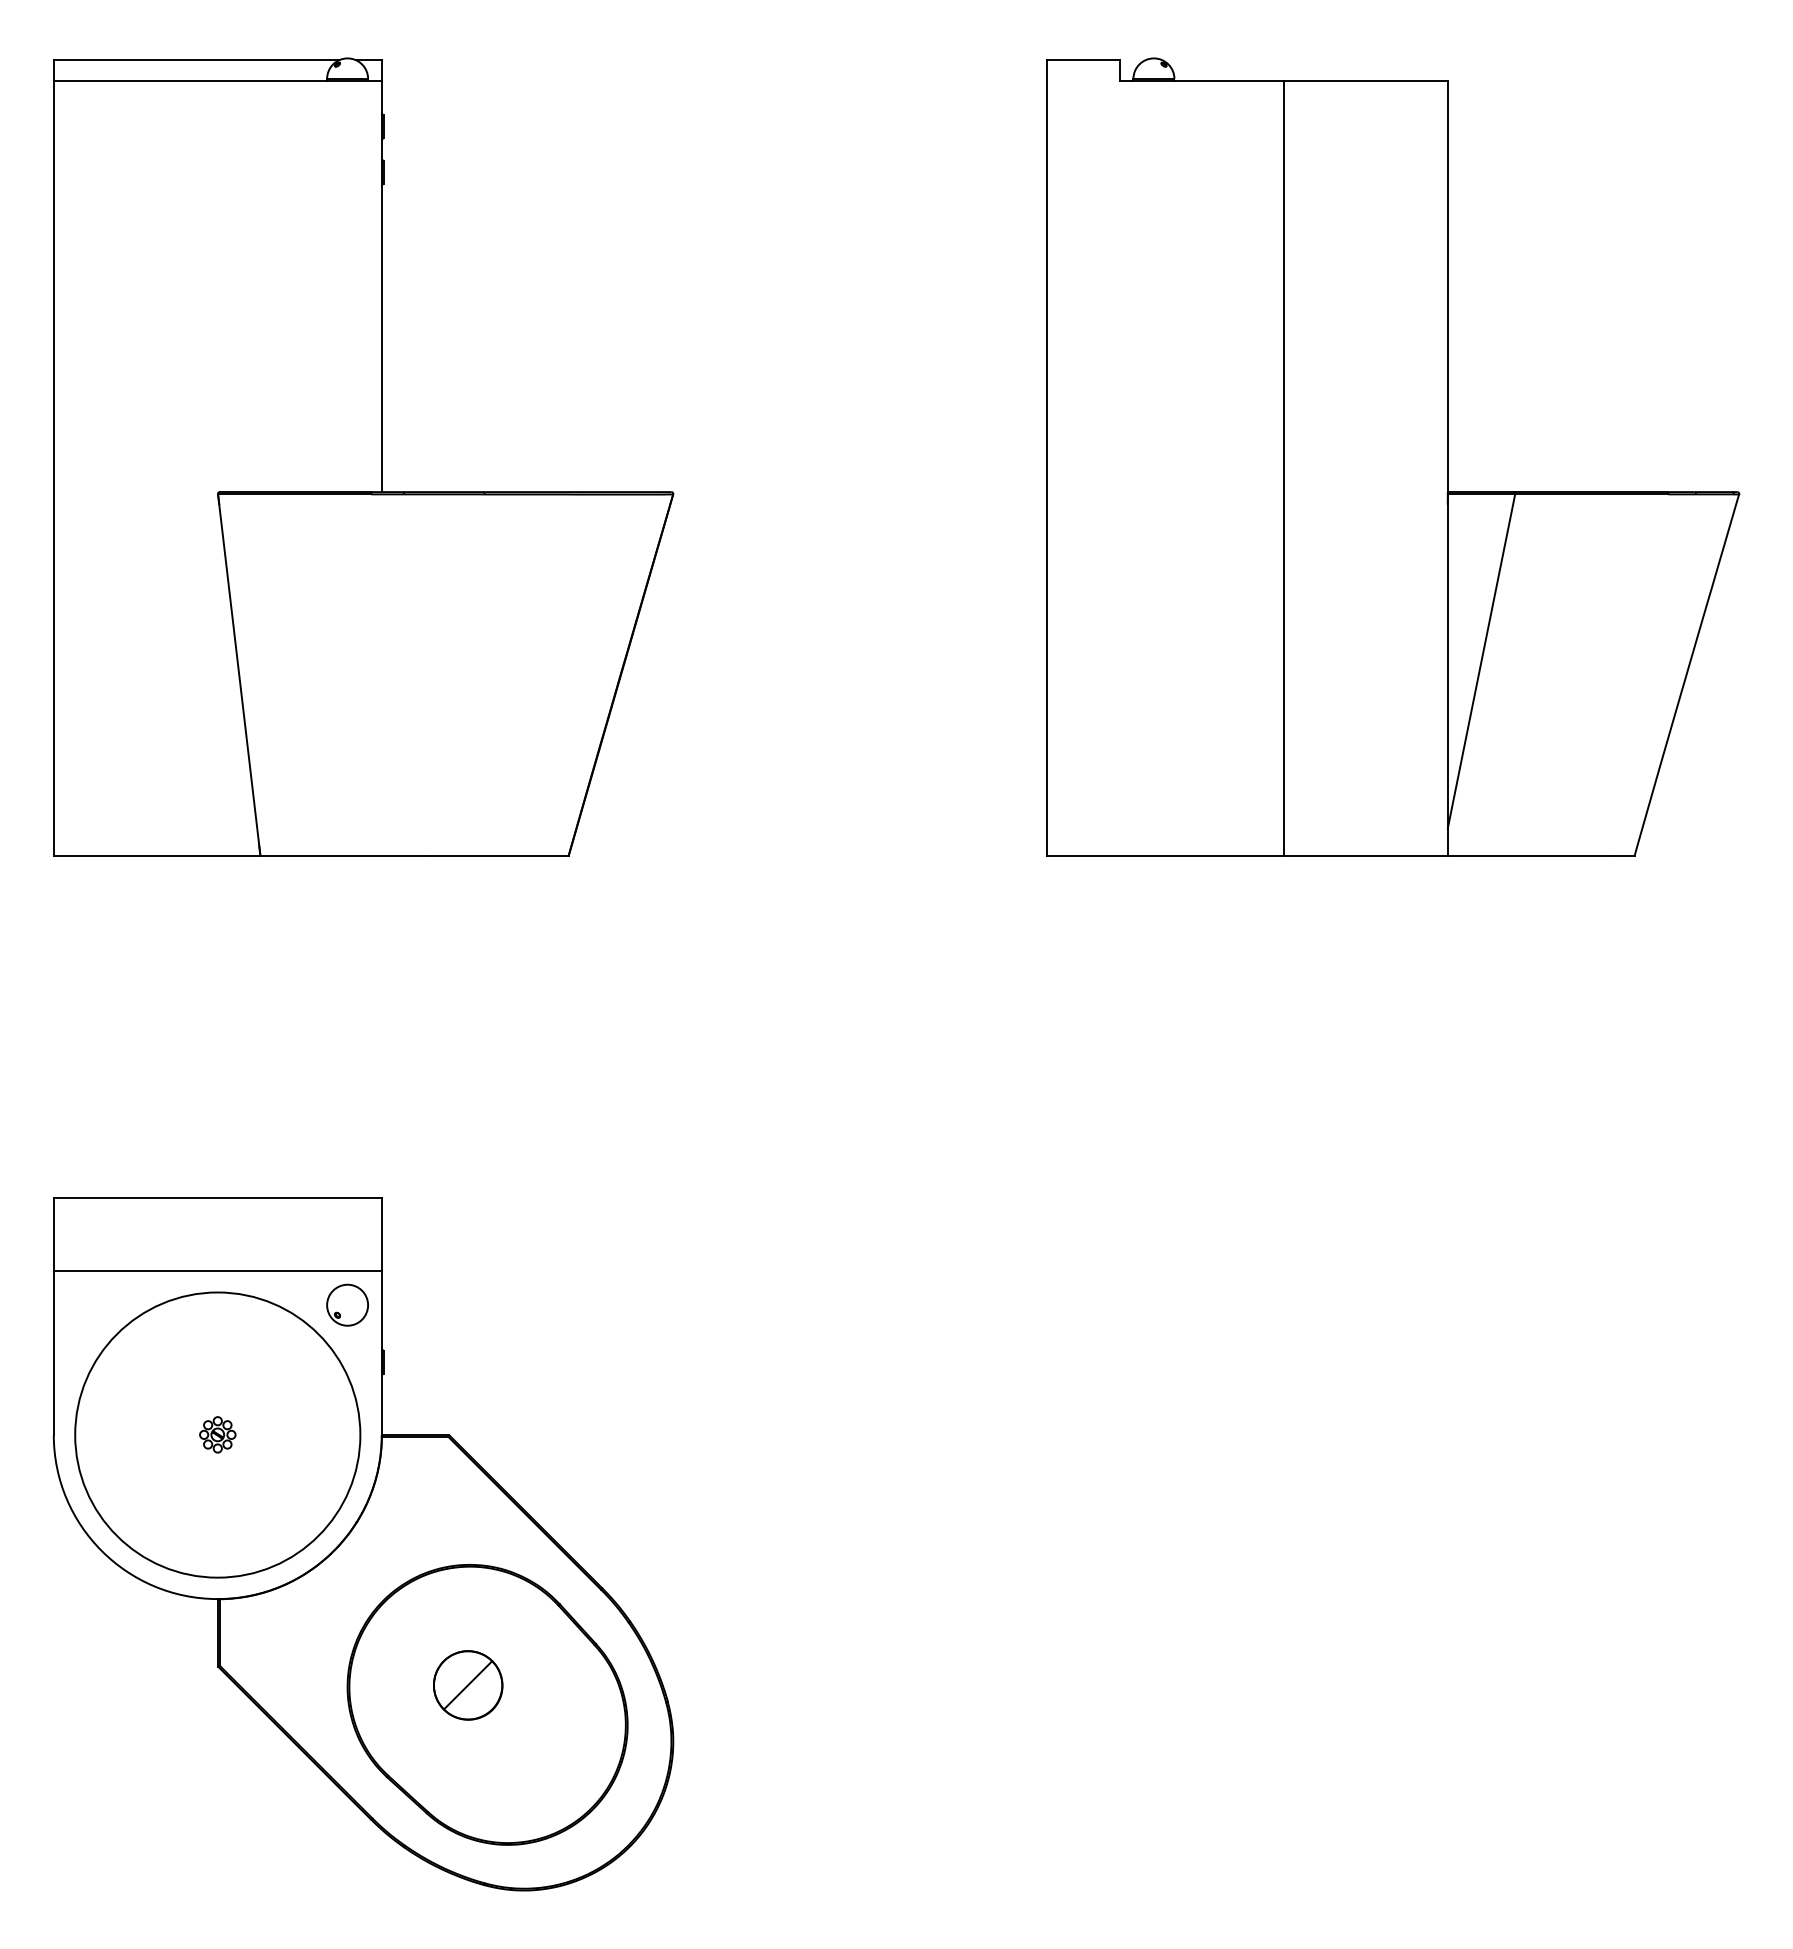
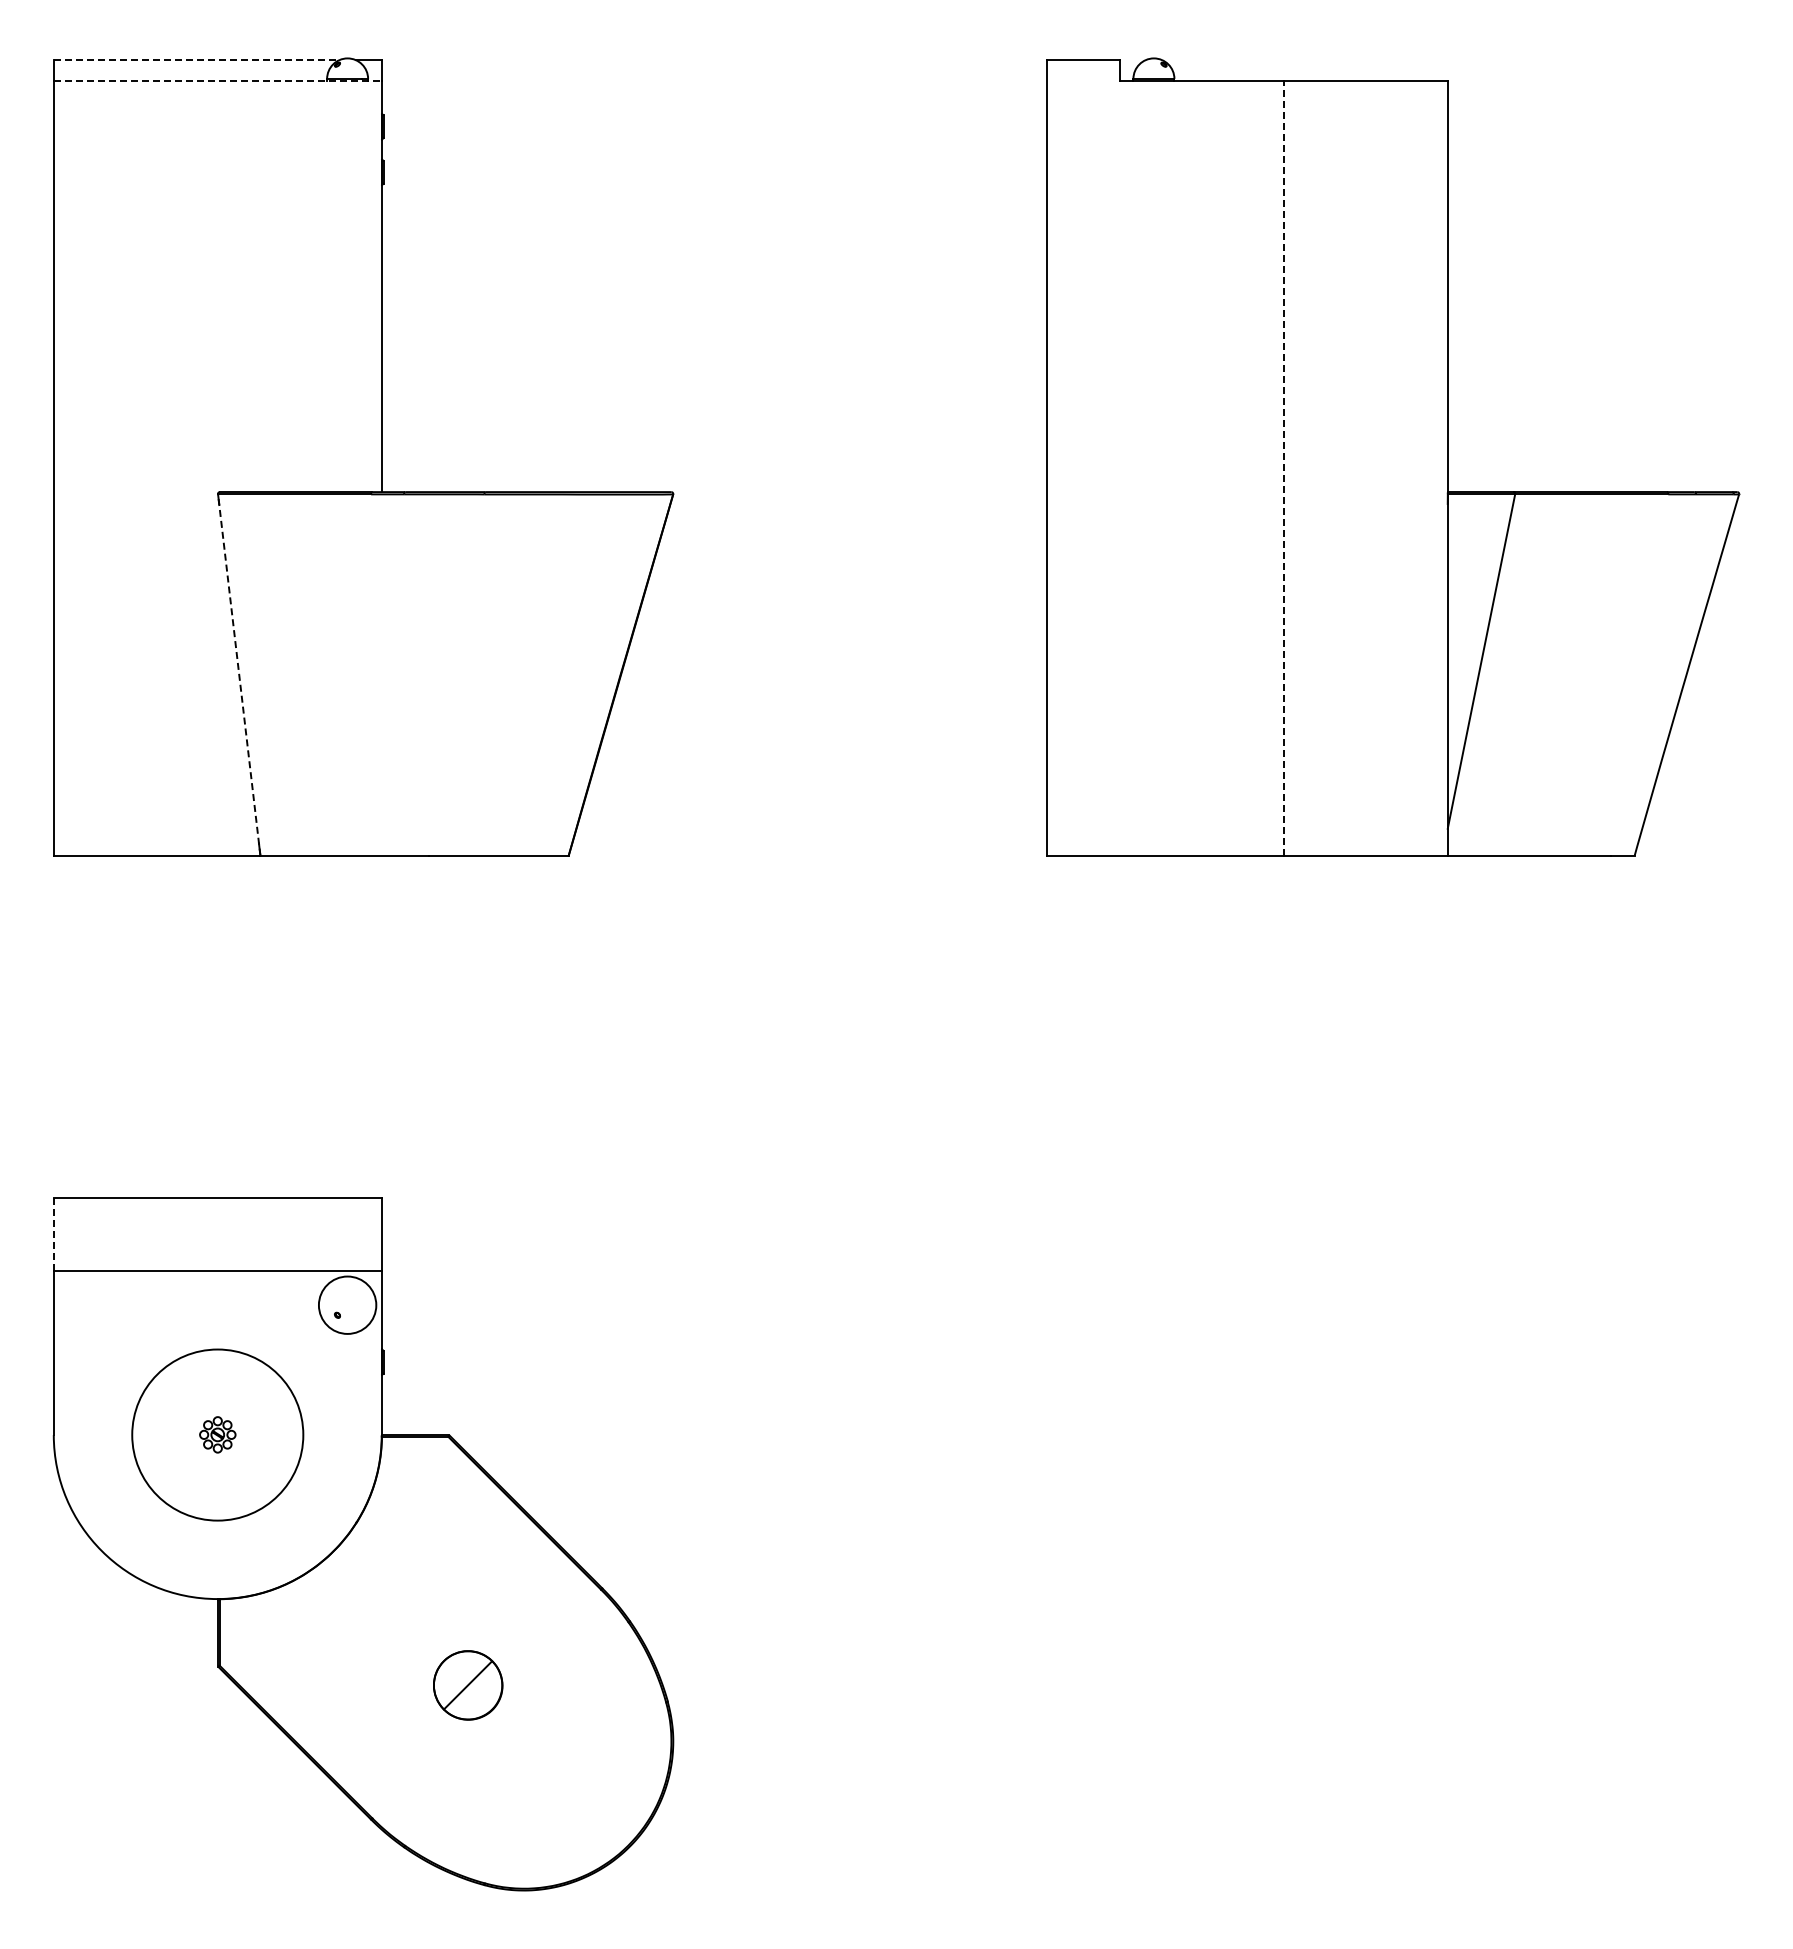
line at (196, 60): solid -> dashed
line at (217, 81): solid -> dashed
line at (1283, 467): solid -> dashed
line at (239, 675): solid -> dashed
line at (53, 1235): solid -> dashed
circle at (347, 1304) diameter: 41 px -> 57 px
circle at (217, 1434) diameter: 285 px -> 171 px
part at (487, 1704): present -> none
